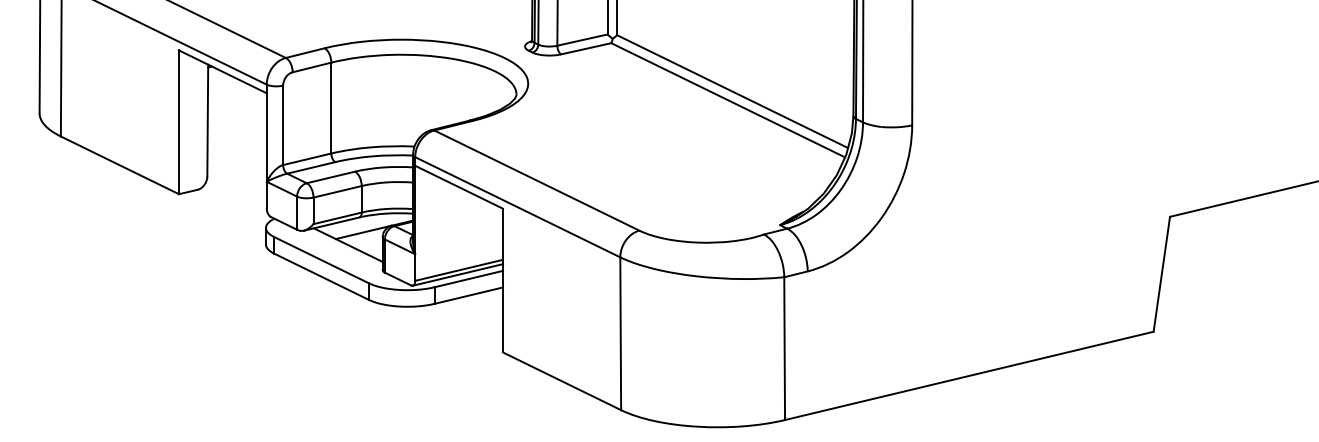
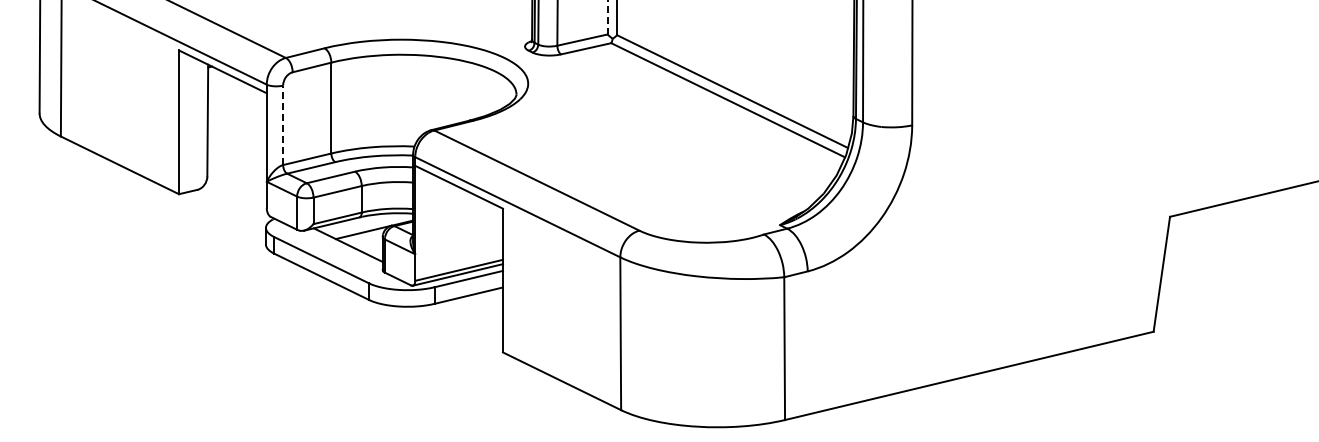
line at (607, 17): solid -> dashed
line at (283, 125): solid -> dashed
